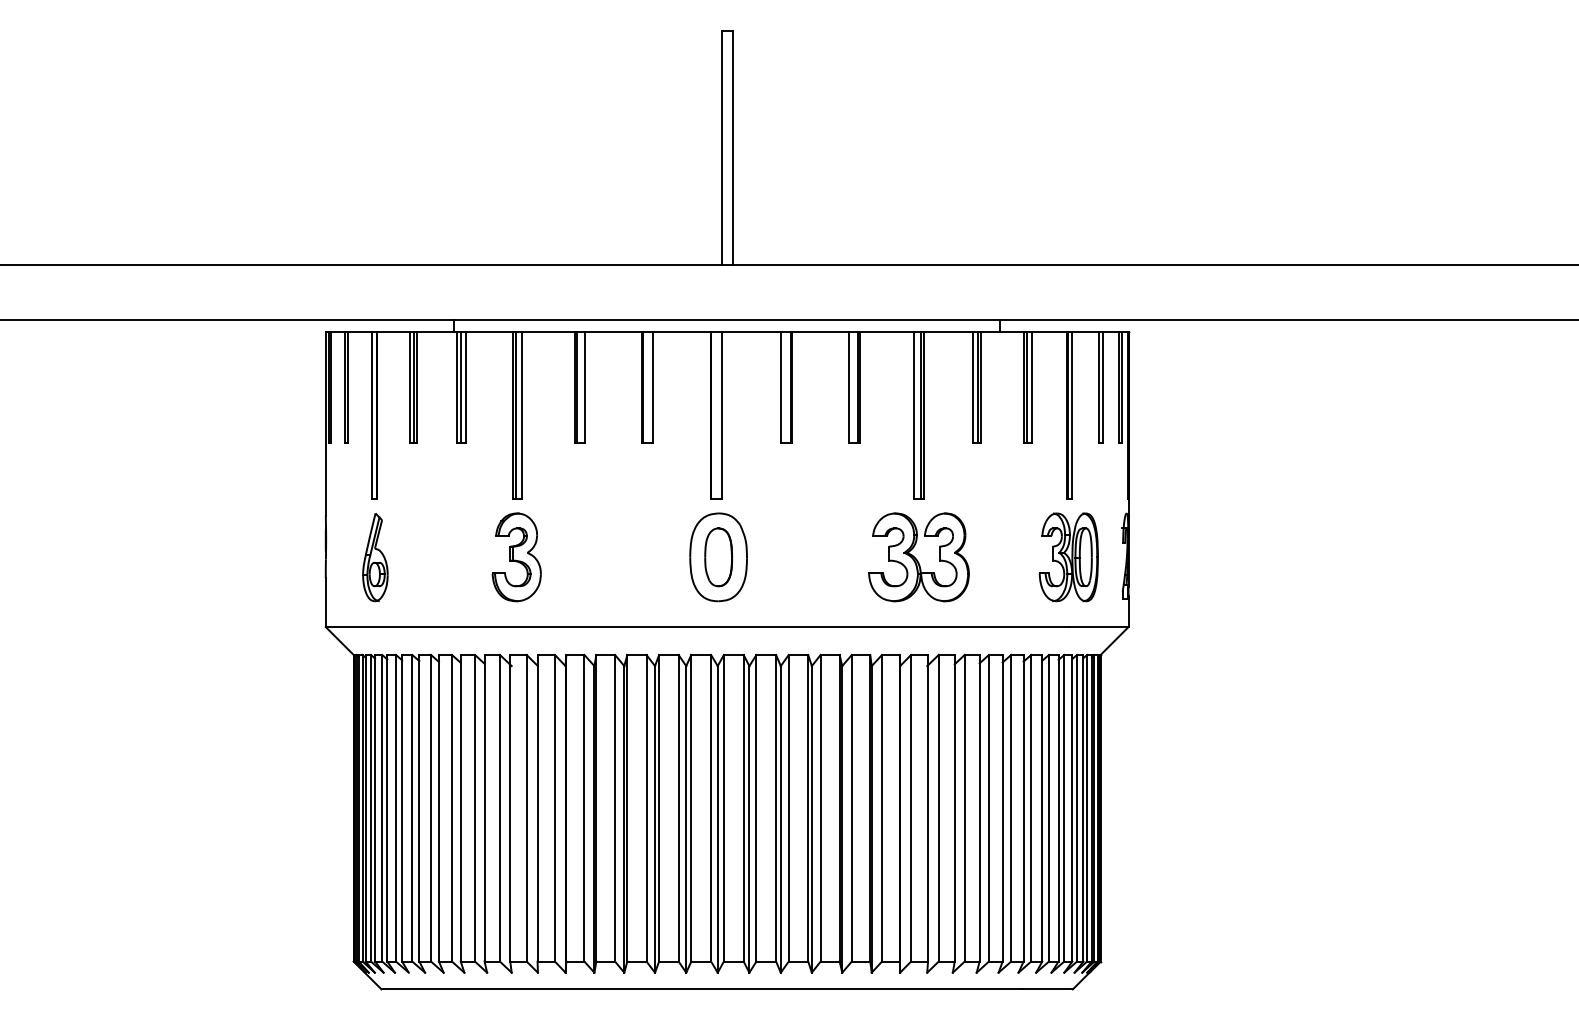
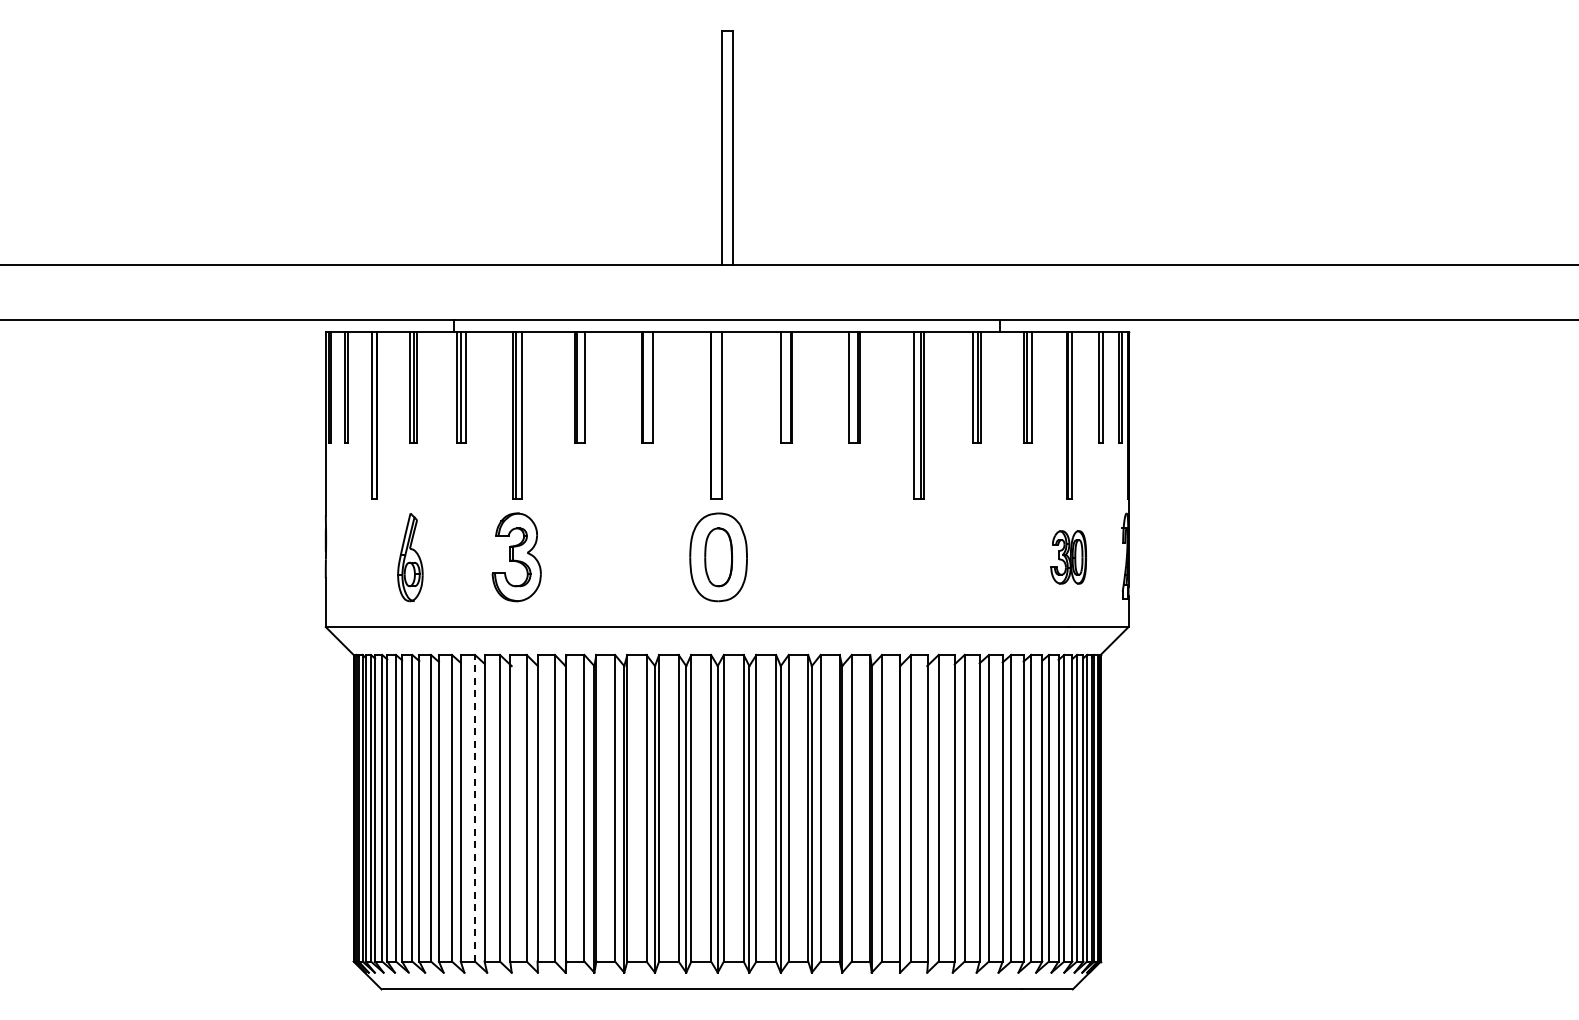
part at (375, 557) position: (375, 557) -> (410, 557)
part at (918, 557): present -> none
part at (1068, 557) size: 61x91 px -> 37x55 px
line at (474, 807): solid -> dashed
